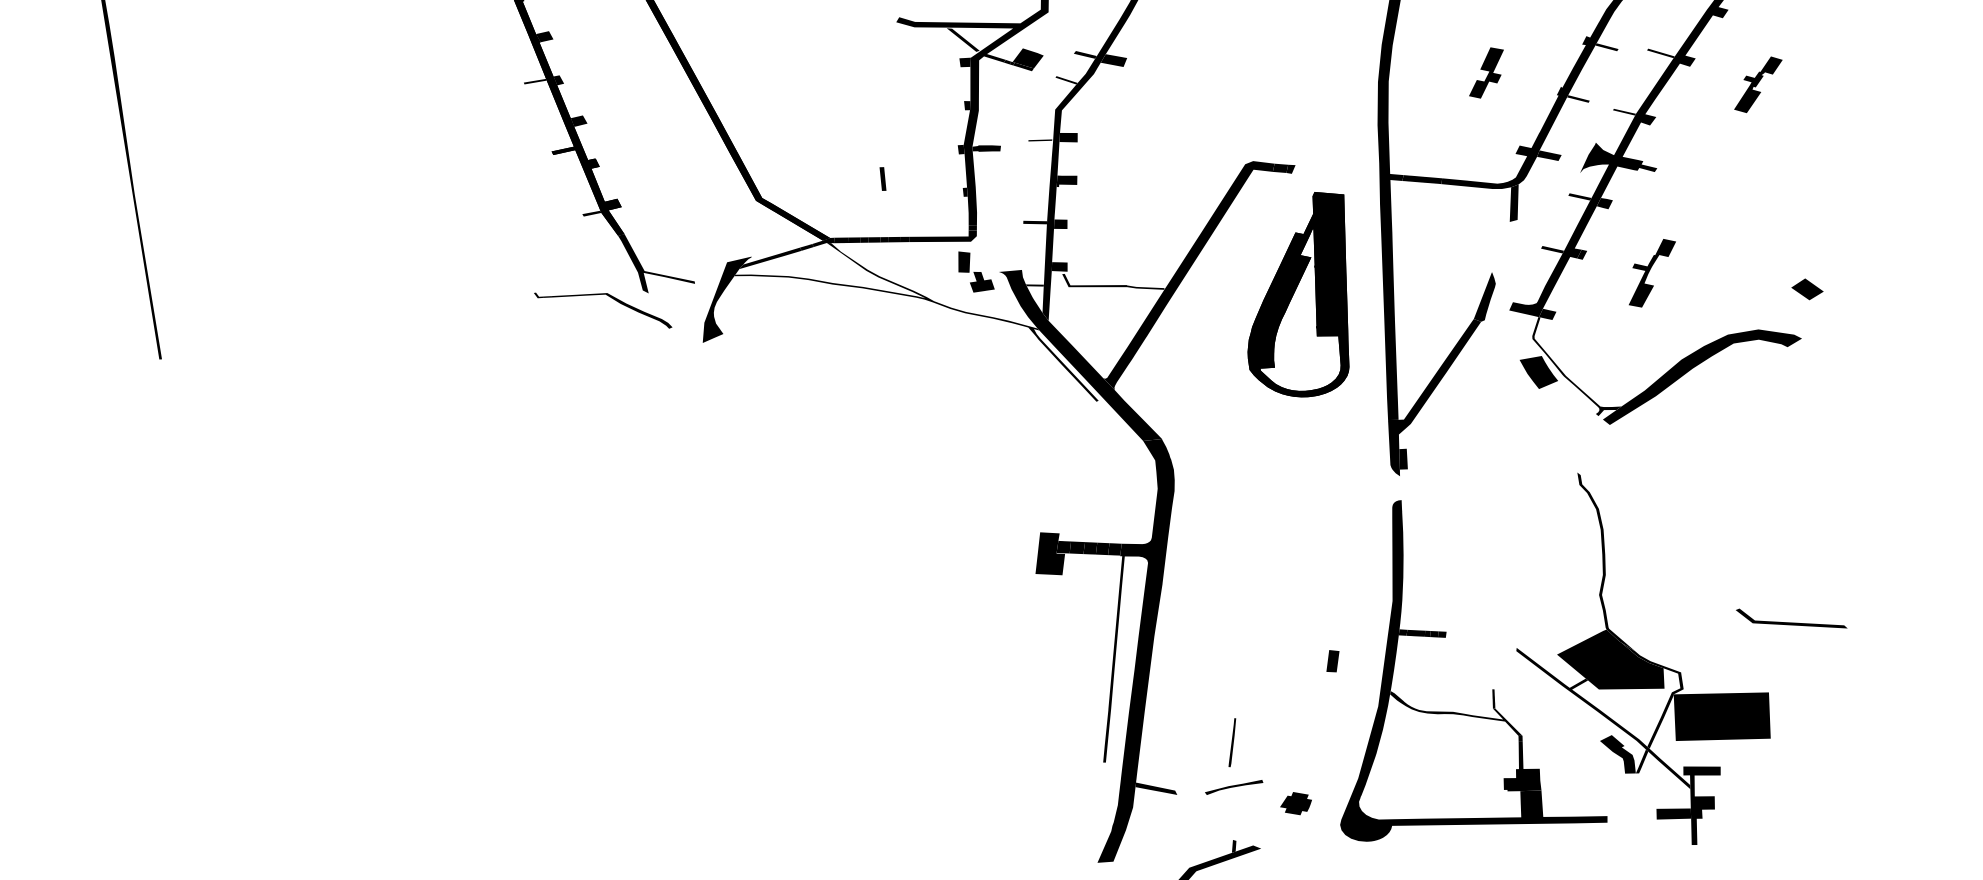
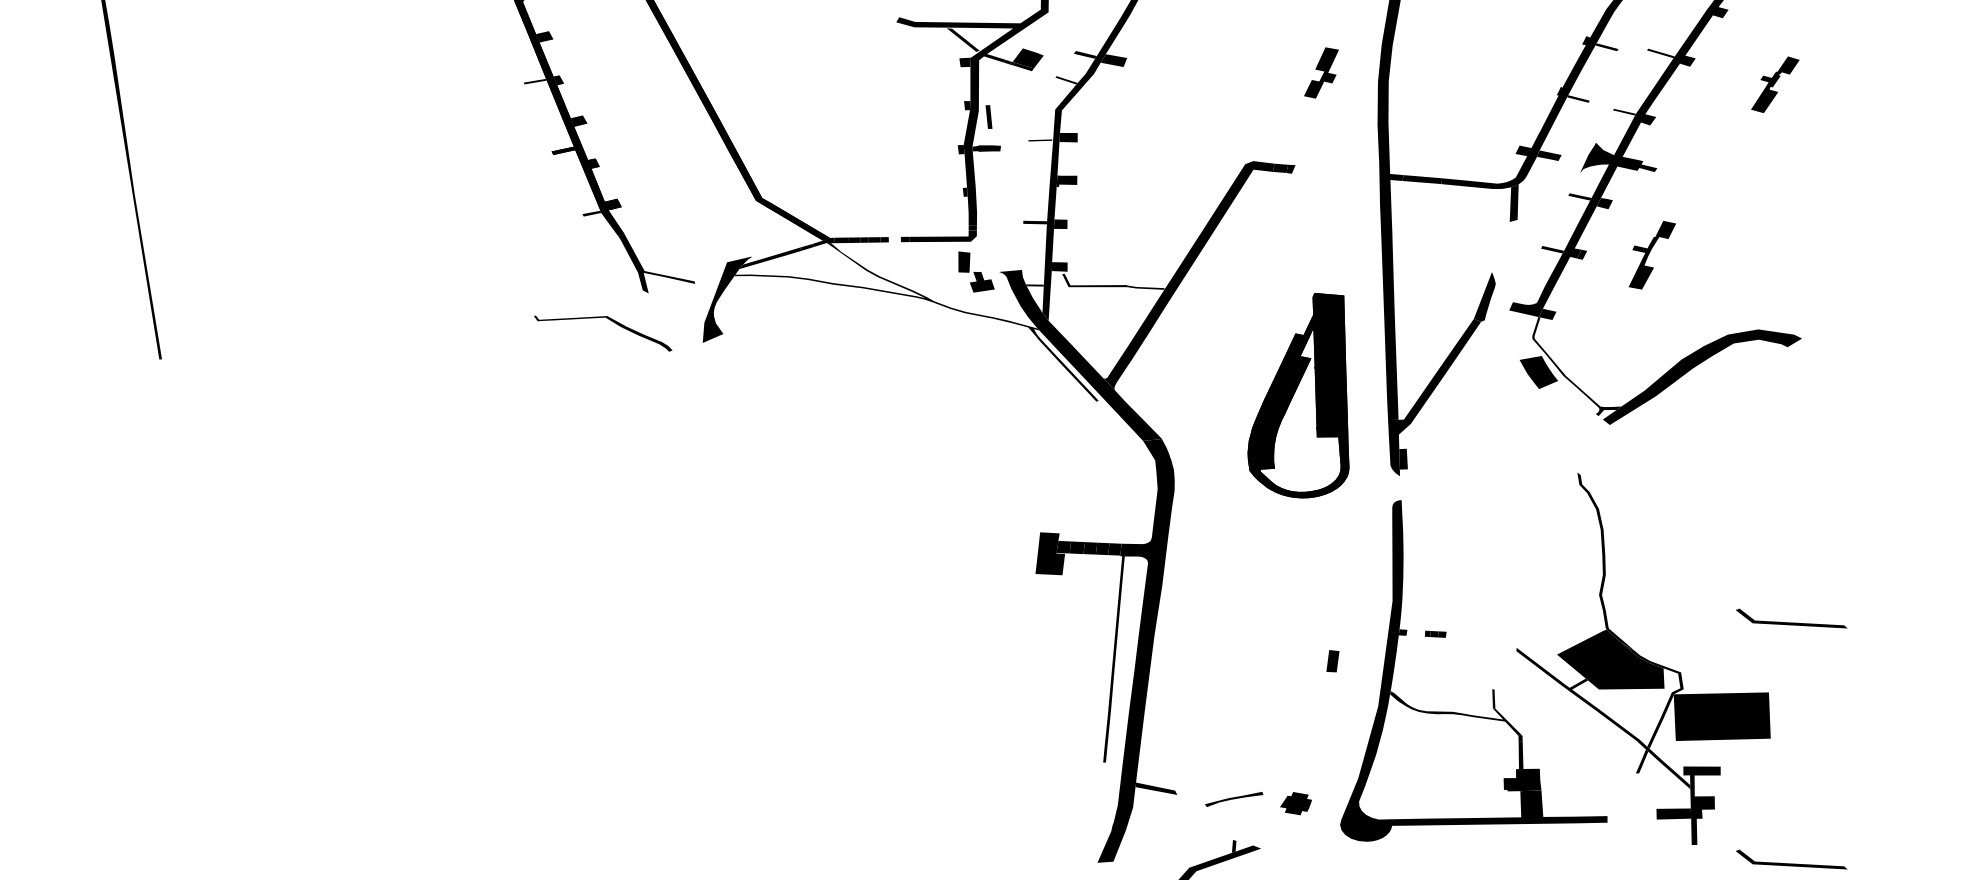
part at (1486, 72) position: (1486, 72) -> (1321, 72)
part at (1758, 84) position: (1758, 84) -> (1775, 84)
part at (882, 178) position: (882, 178) -> (988, 116)
fill at (894, 239): present -> none
part at (1652, 273) position: (1652, 273) -> (1652, 255)
fill at (1807, 289): present -> none
part at (1298, 294) position: (1298, 294) -> (1298, 395)
part at (611, 298) position: (611, 298) -> (611, 321)
fill at (1415, 632): present -> none
fill at (1232, 742): present -> none
fill at (1617, 754): present -> none
part at (1234, 787) position: (1234, 787) -> (1234, 799)
part at (1791, 859): none -> present
